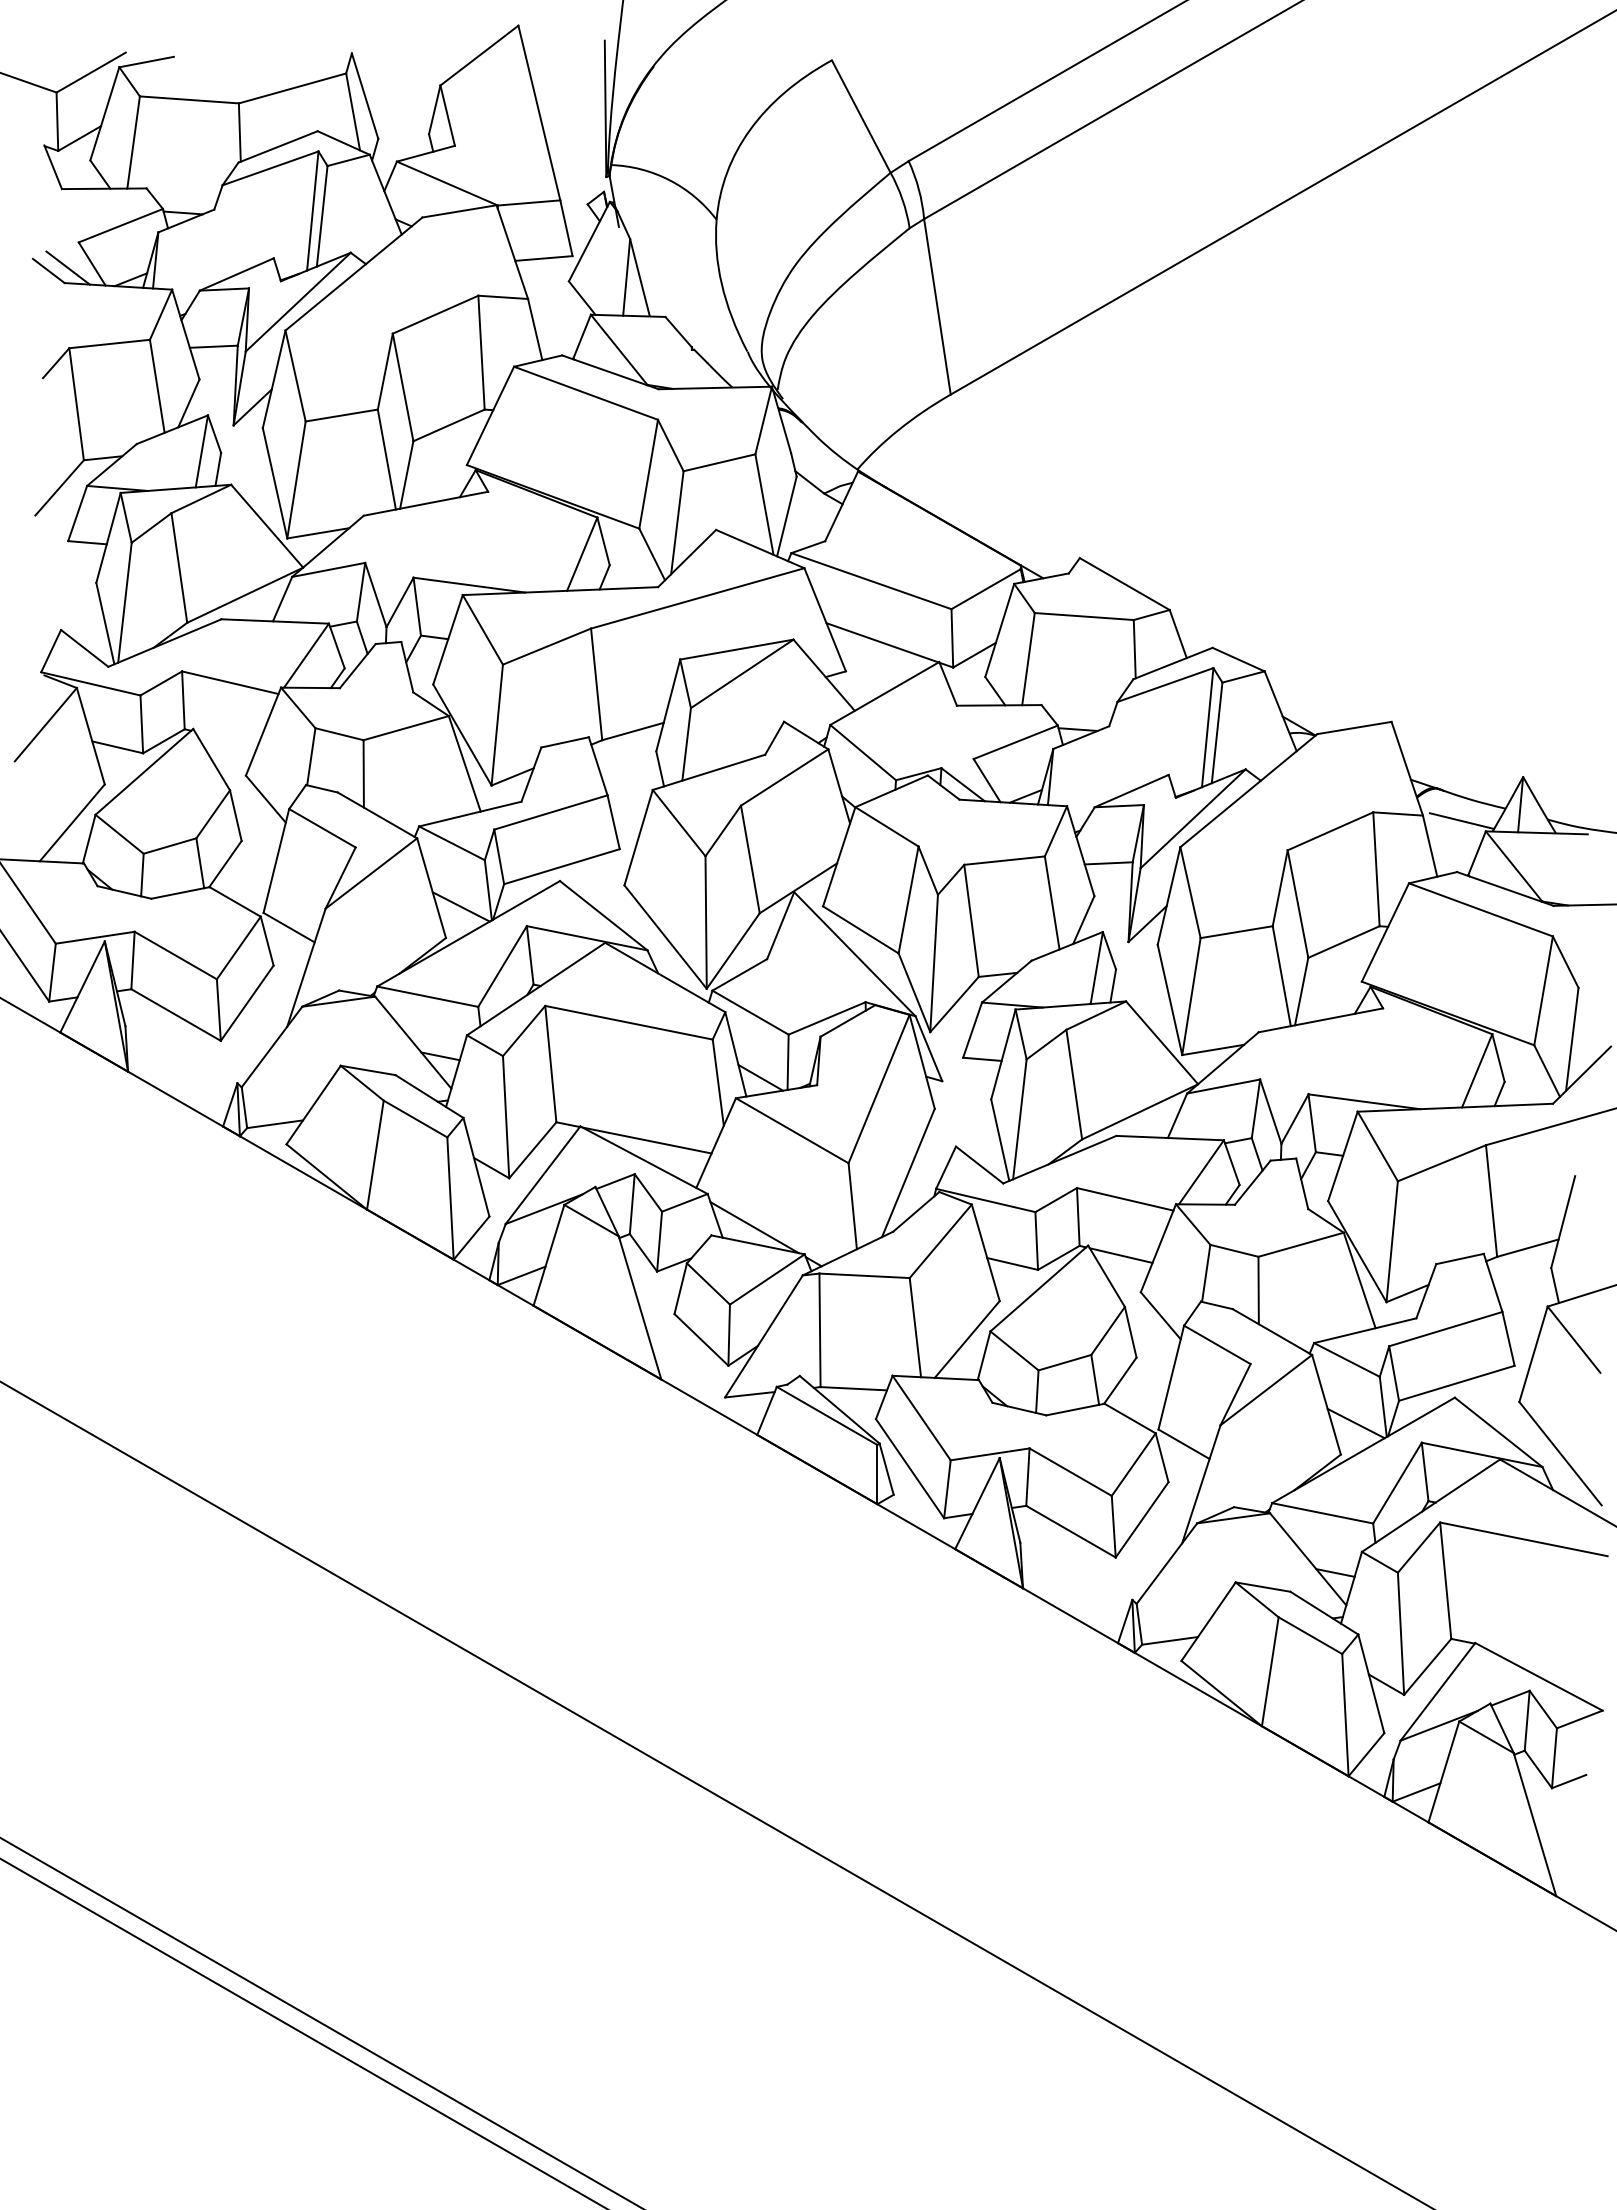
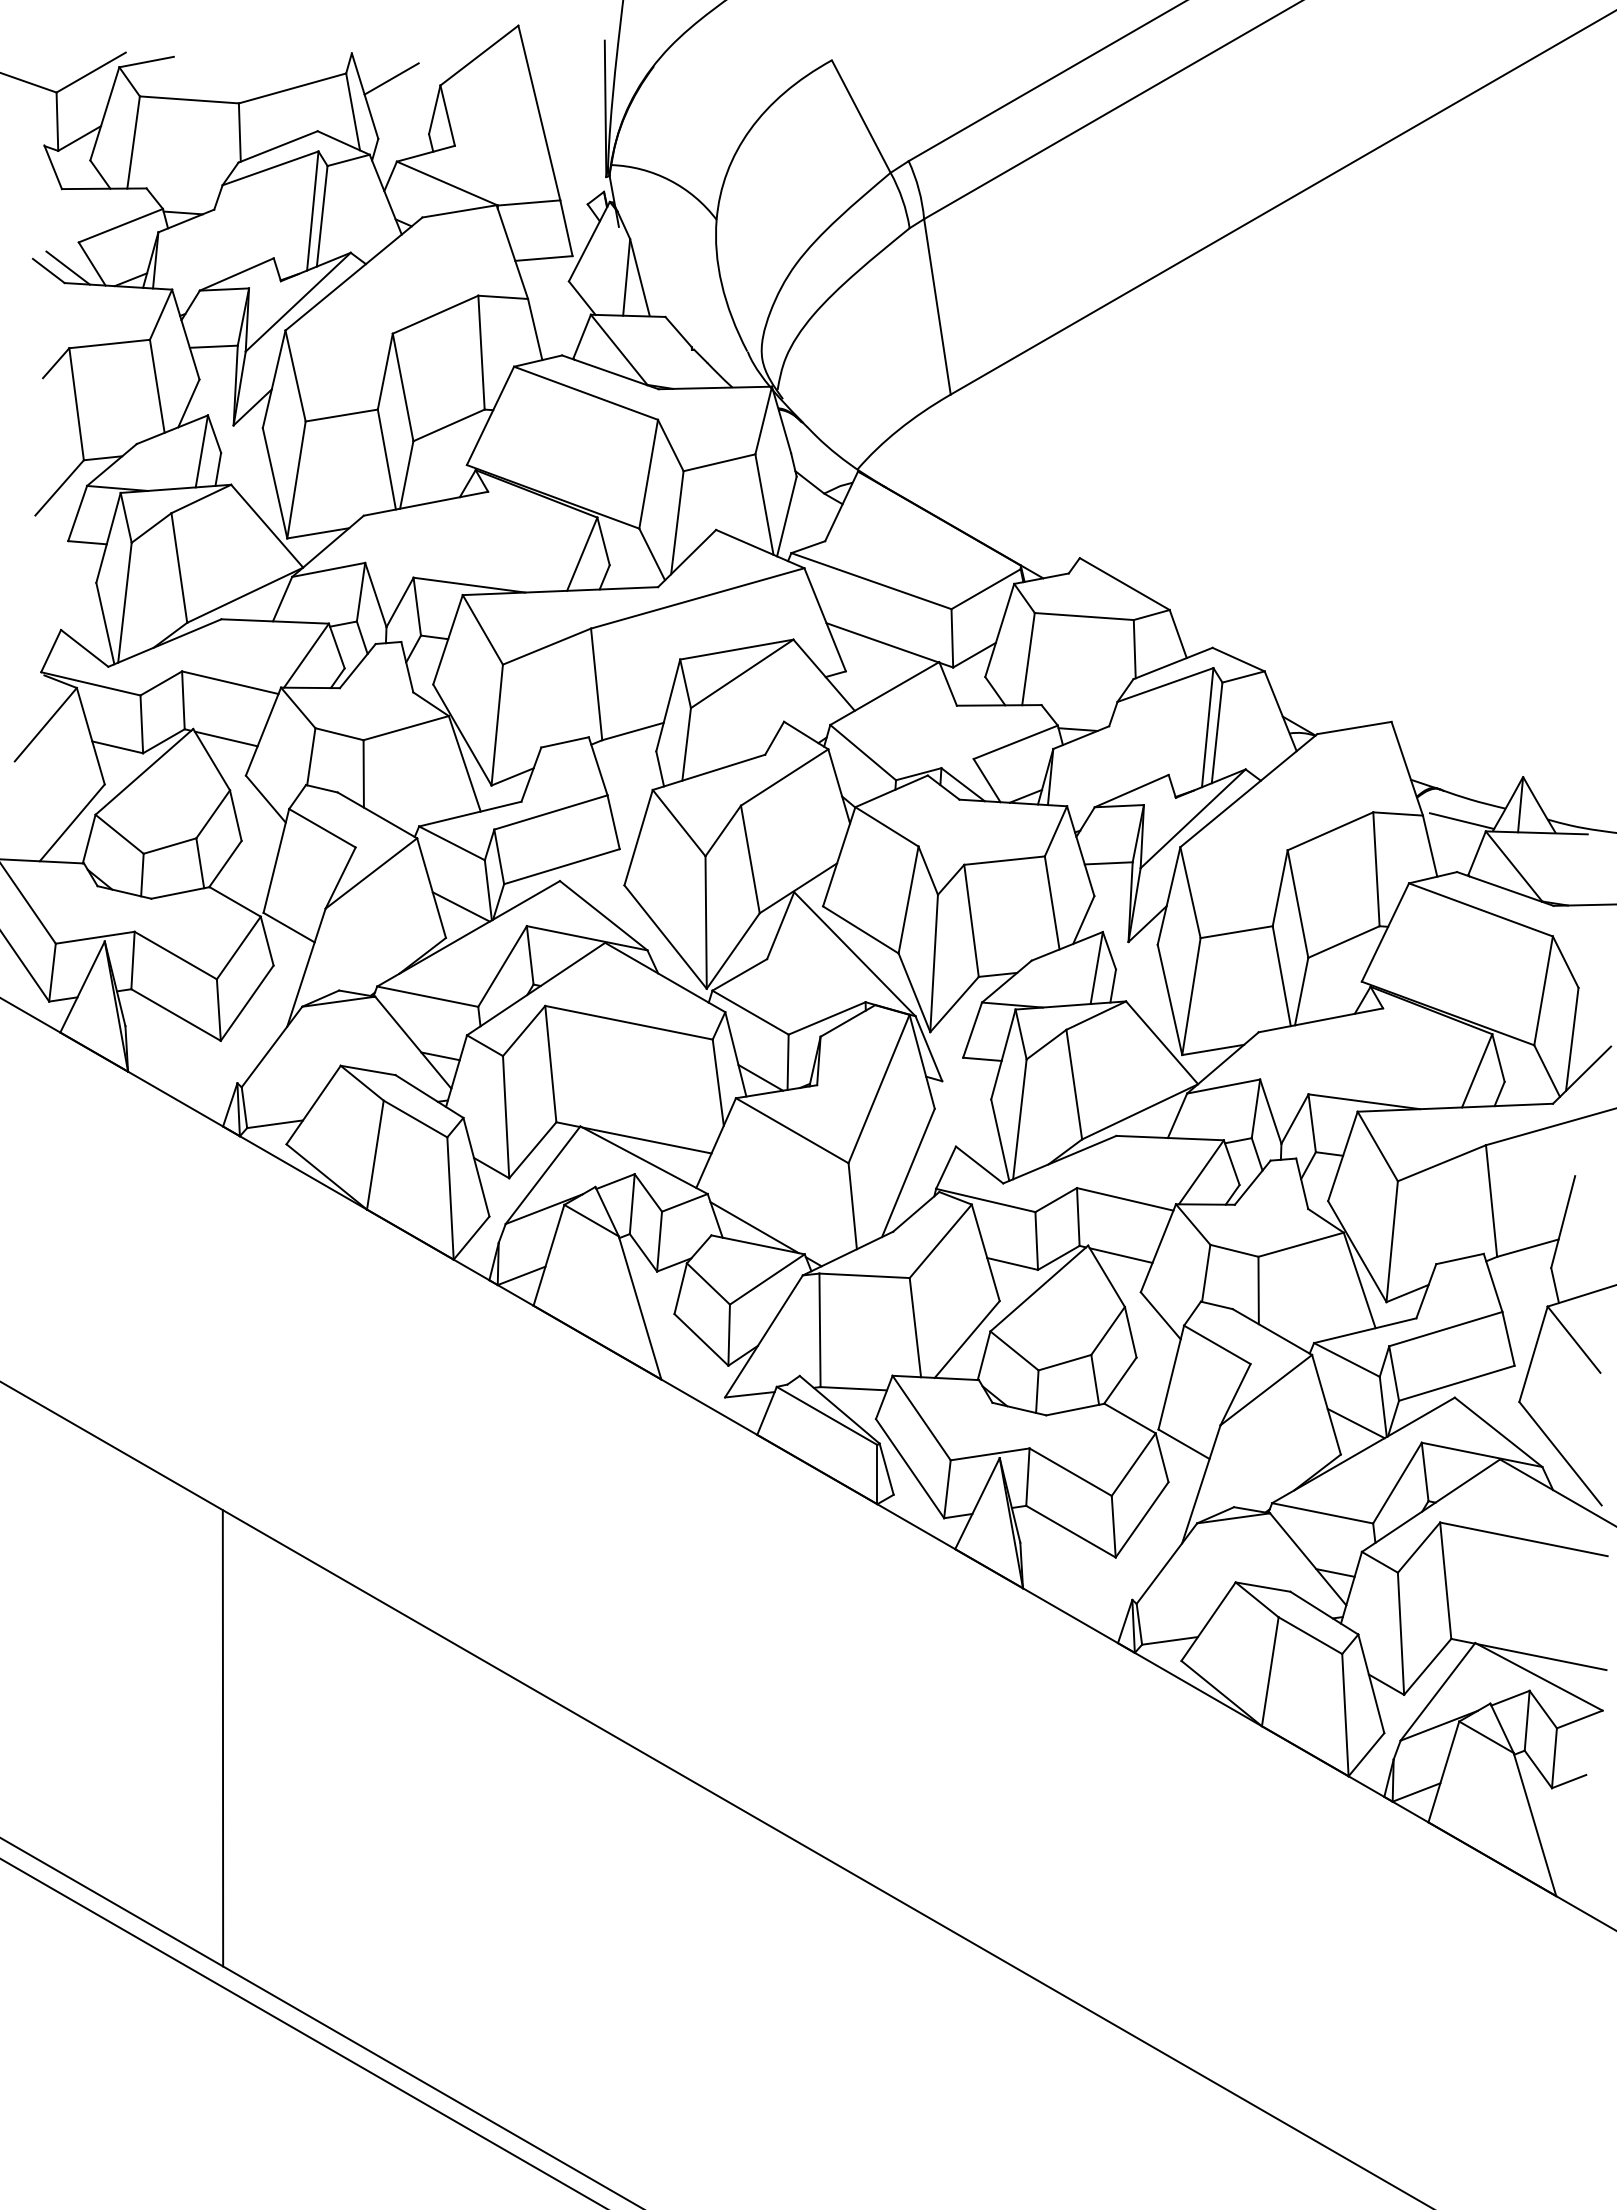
line at (391, 78): none -> present
line at (225, 738): none -> present
line at (1541, 1657): none -> present
line at (222, 1738): none -> present
